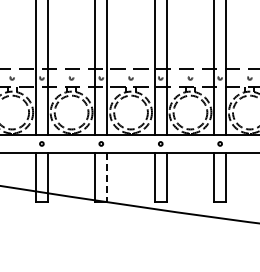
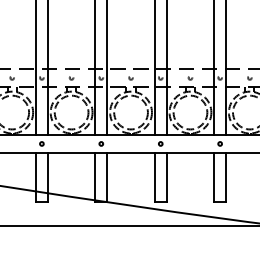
line at (107, 178): dashed -> solid
line at (129, 226): none -> present
